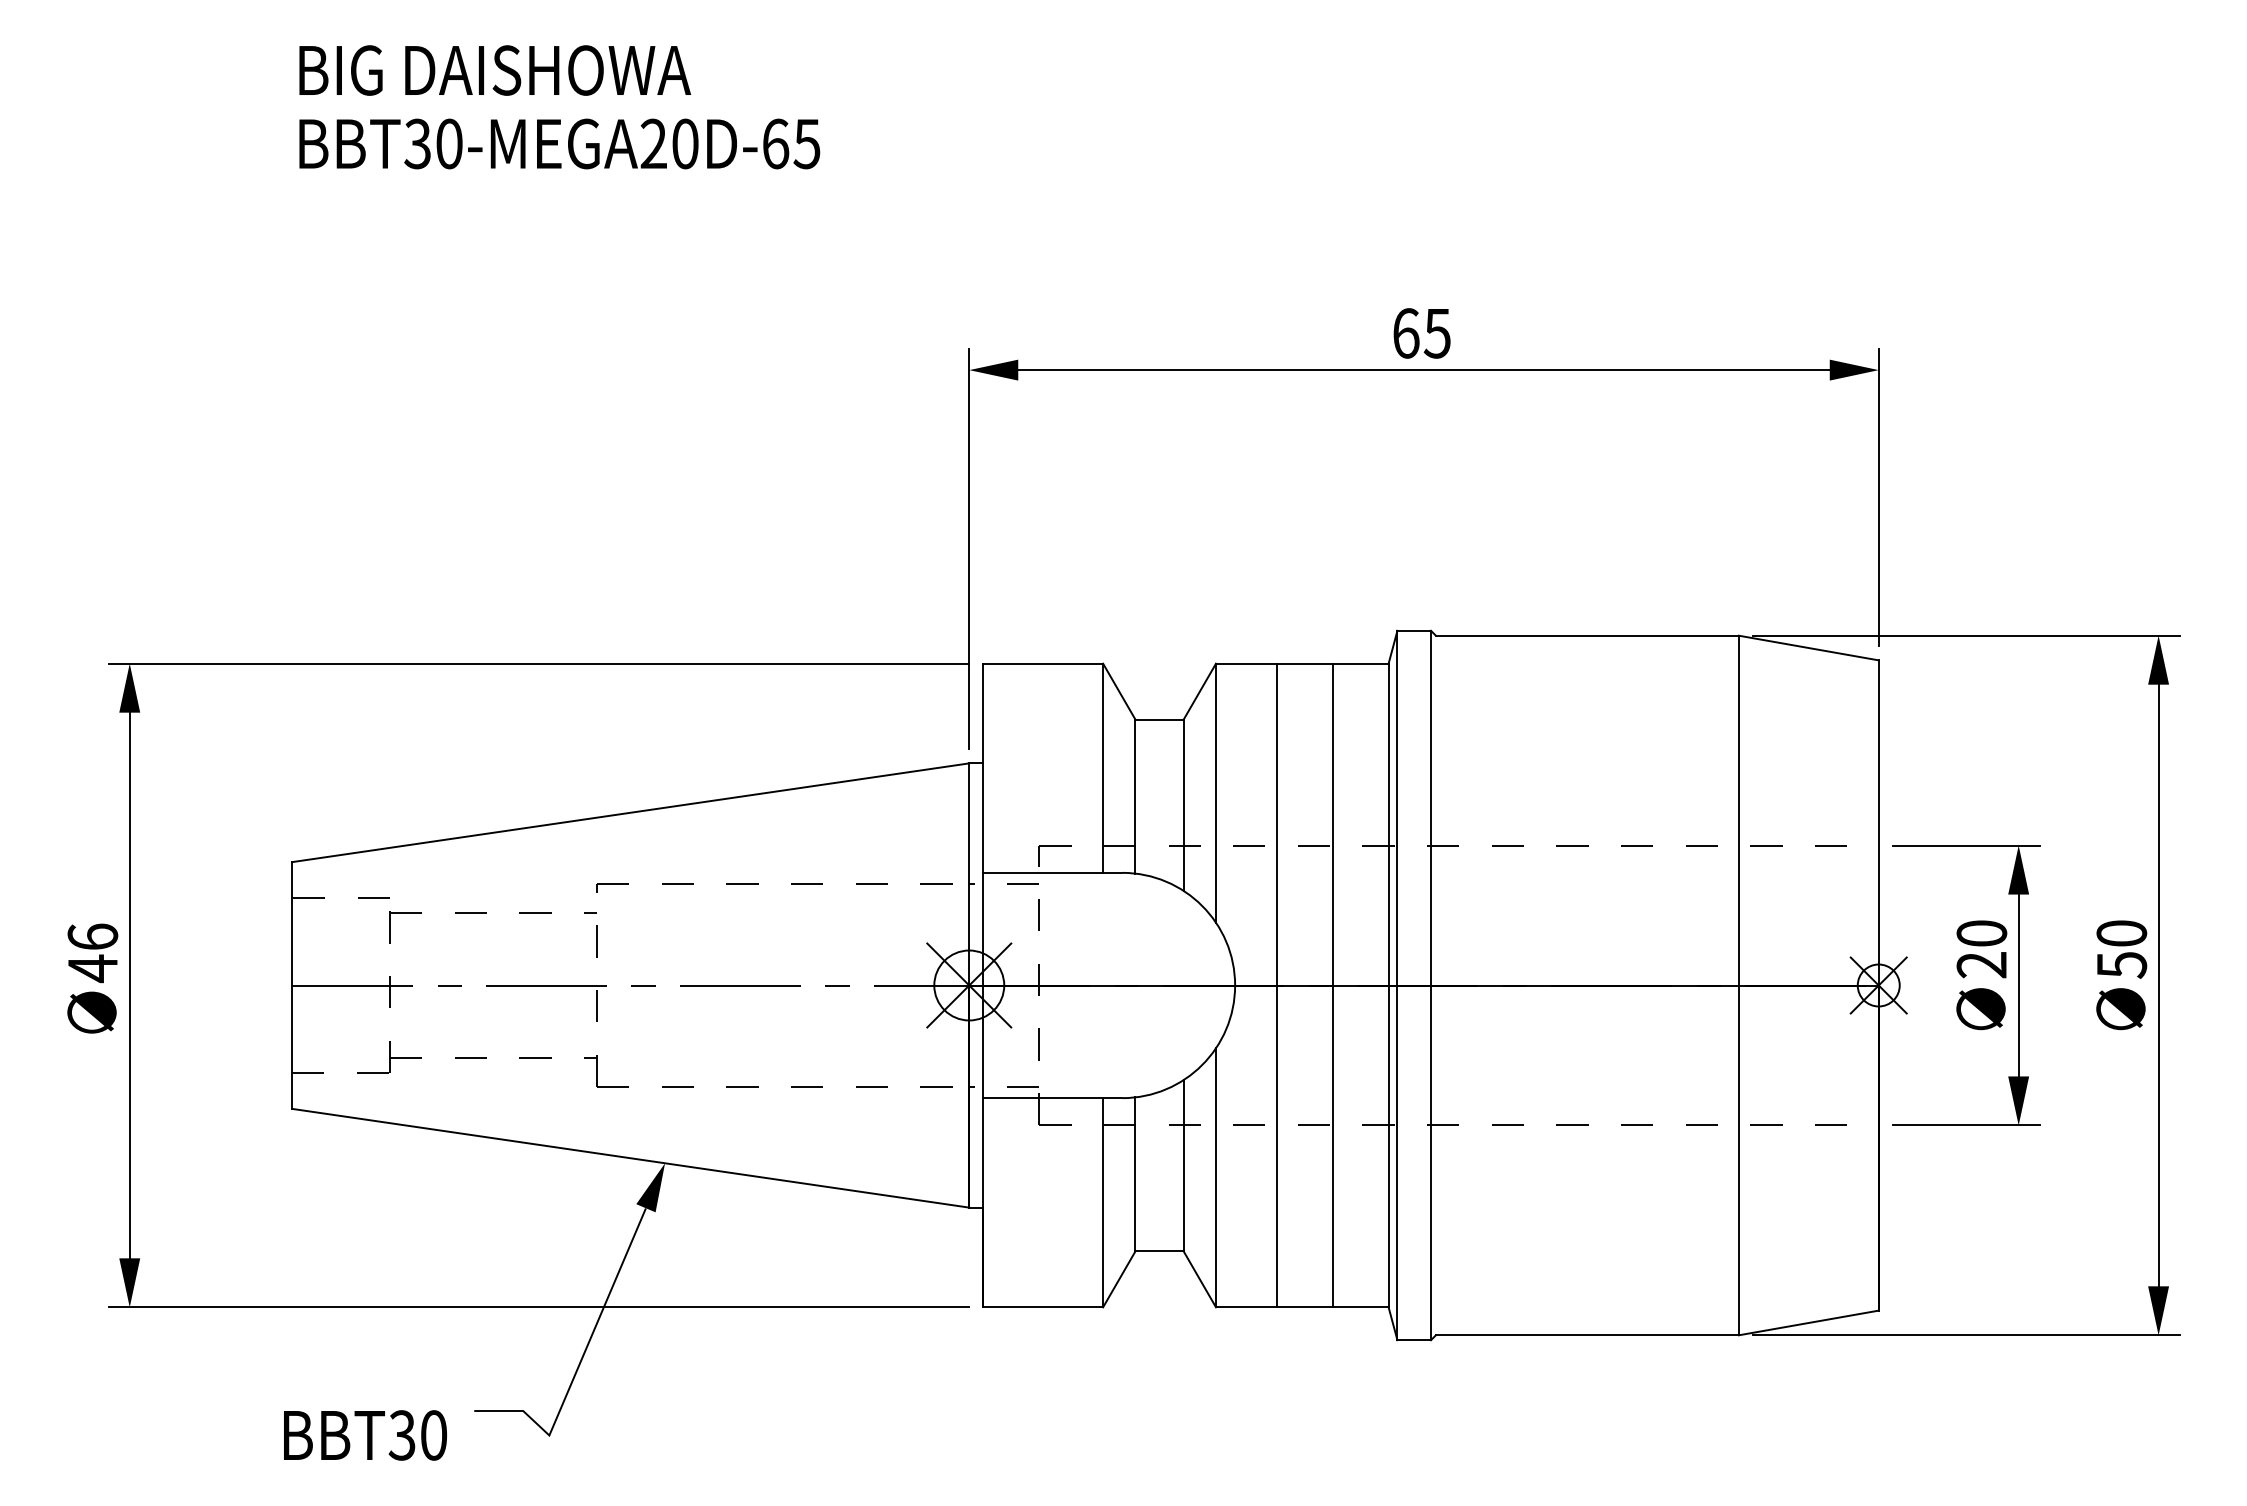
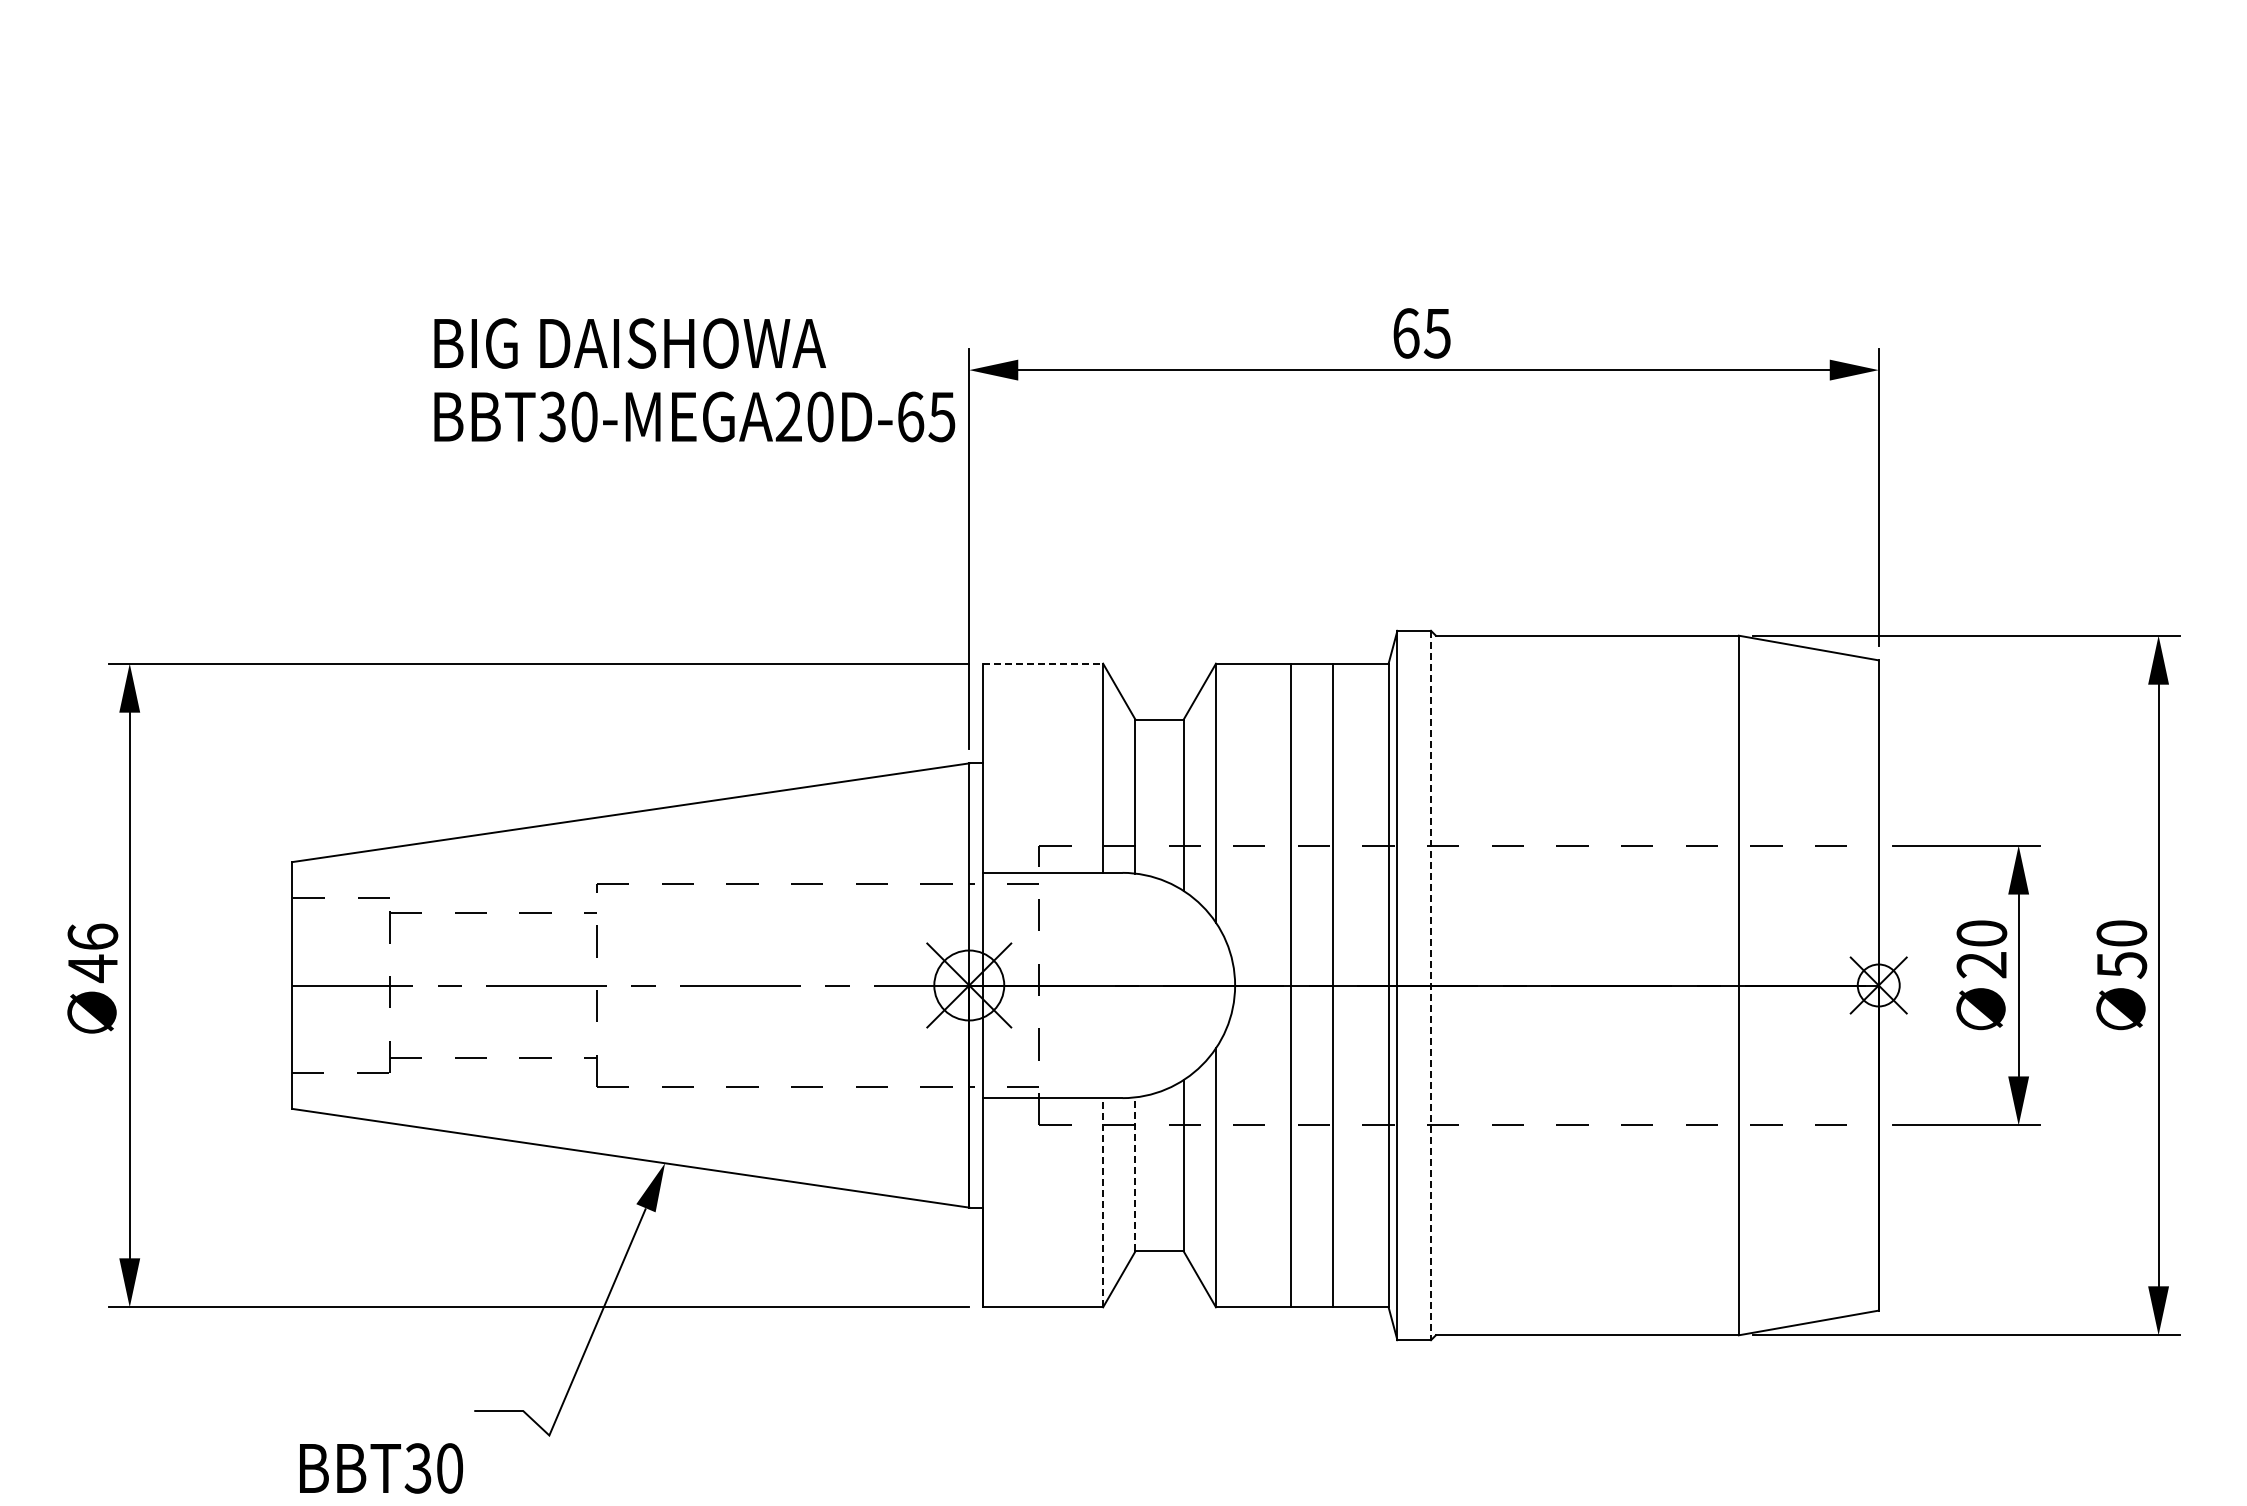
text at (559, 107) position: (559, 107) -> (694, 380)
line at (1043, 663): solid -> dashed
line at (1277, 985) position: (1277, 985) -> (1291, 985)
line at (1431, 985): solid -> dashed
line at (1135, 1174): solid -> dashed
line at (1103, 1202): solid -> dashed
text at (365, 1435) position: (365, 1435) -> (381, 1468)
